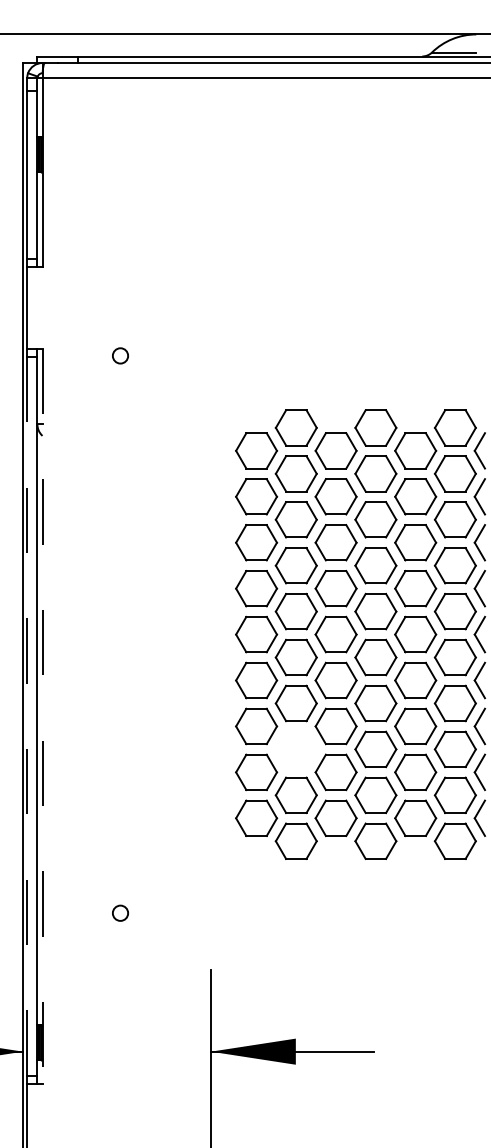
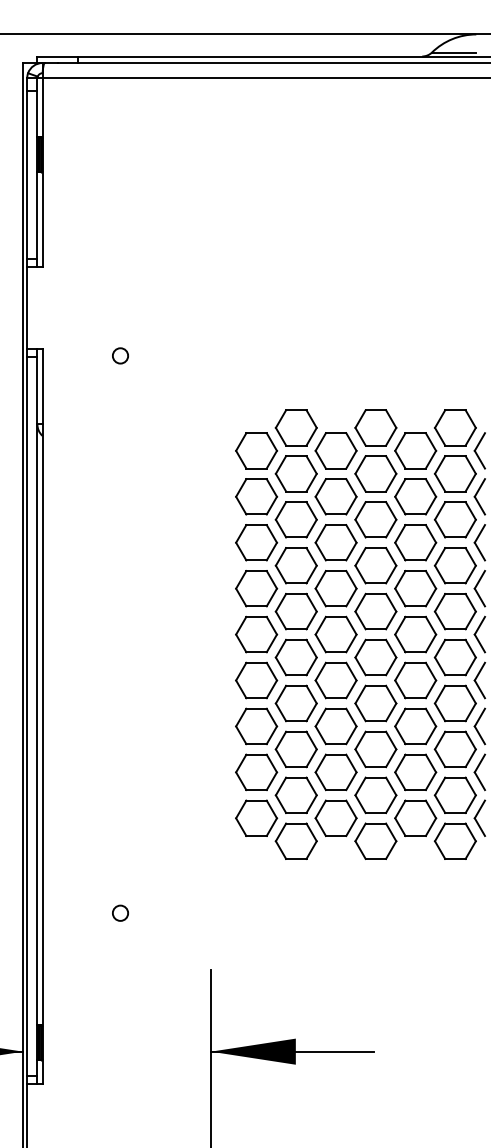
line at (27, 715): dashed -> solid
line at (42, 716): dashed -> solid
part at (295, 749): none -> present
